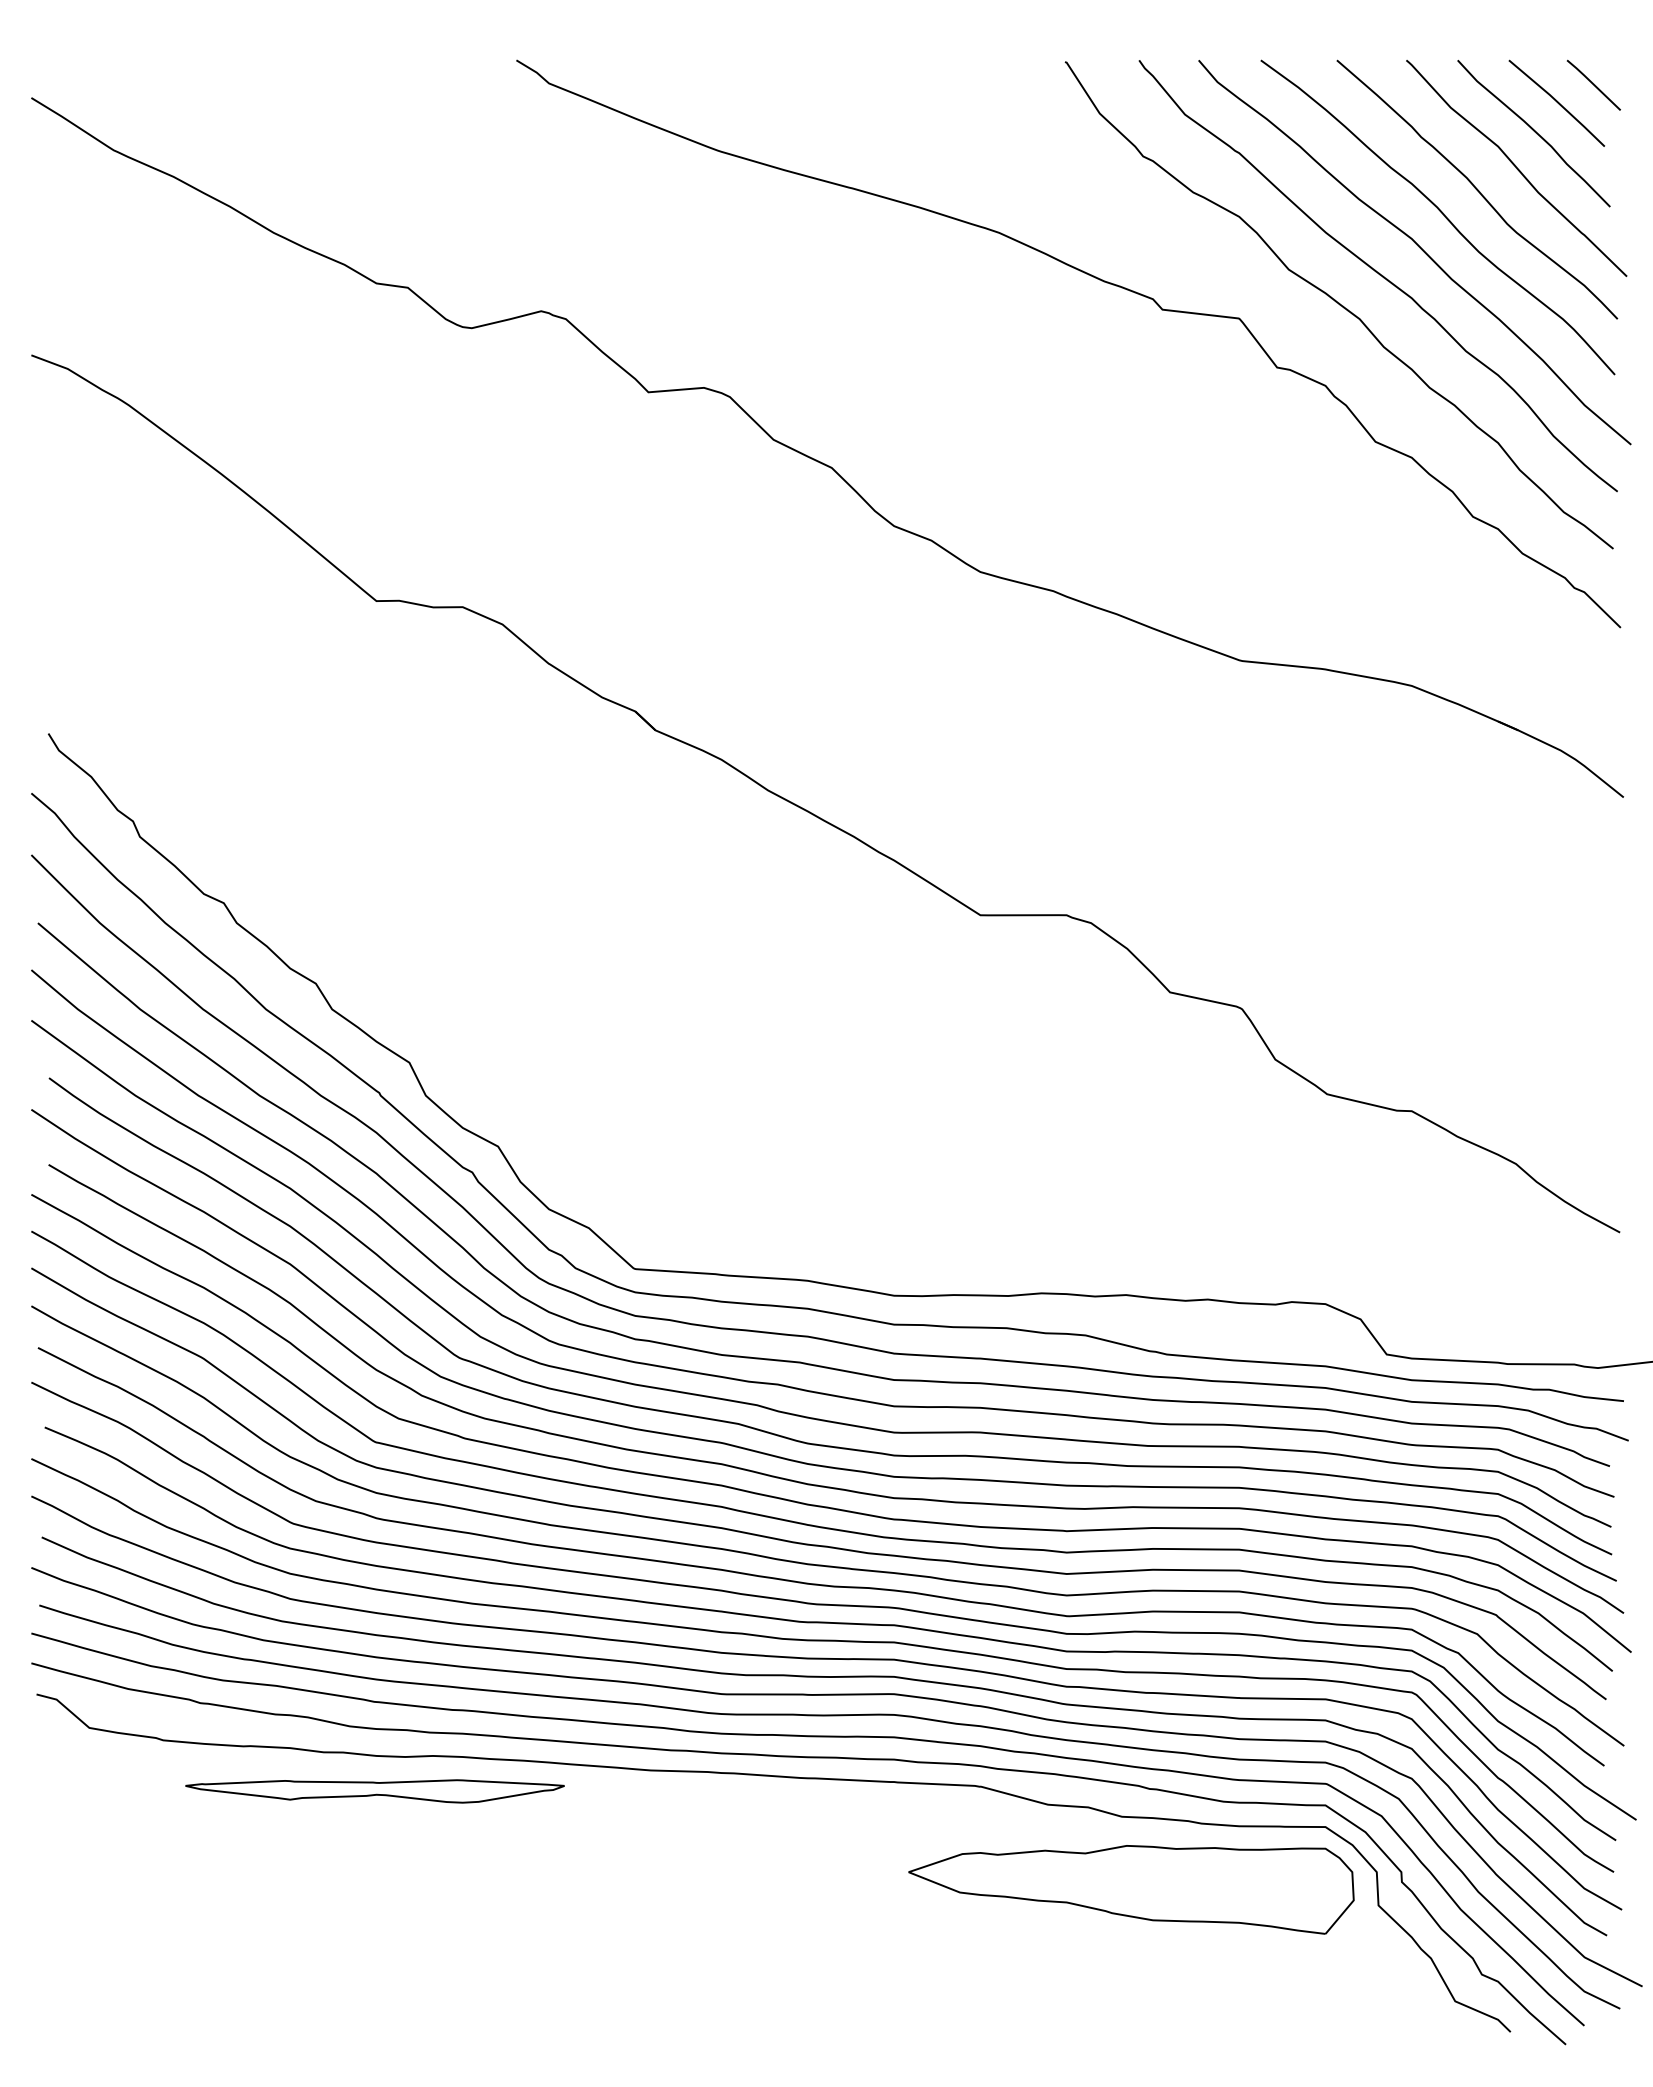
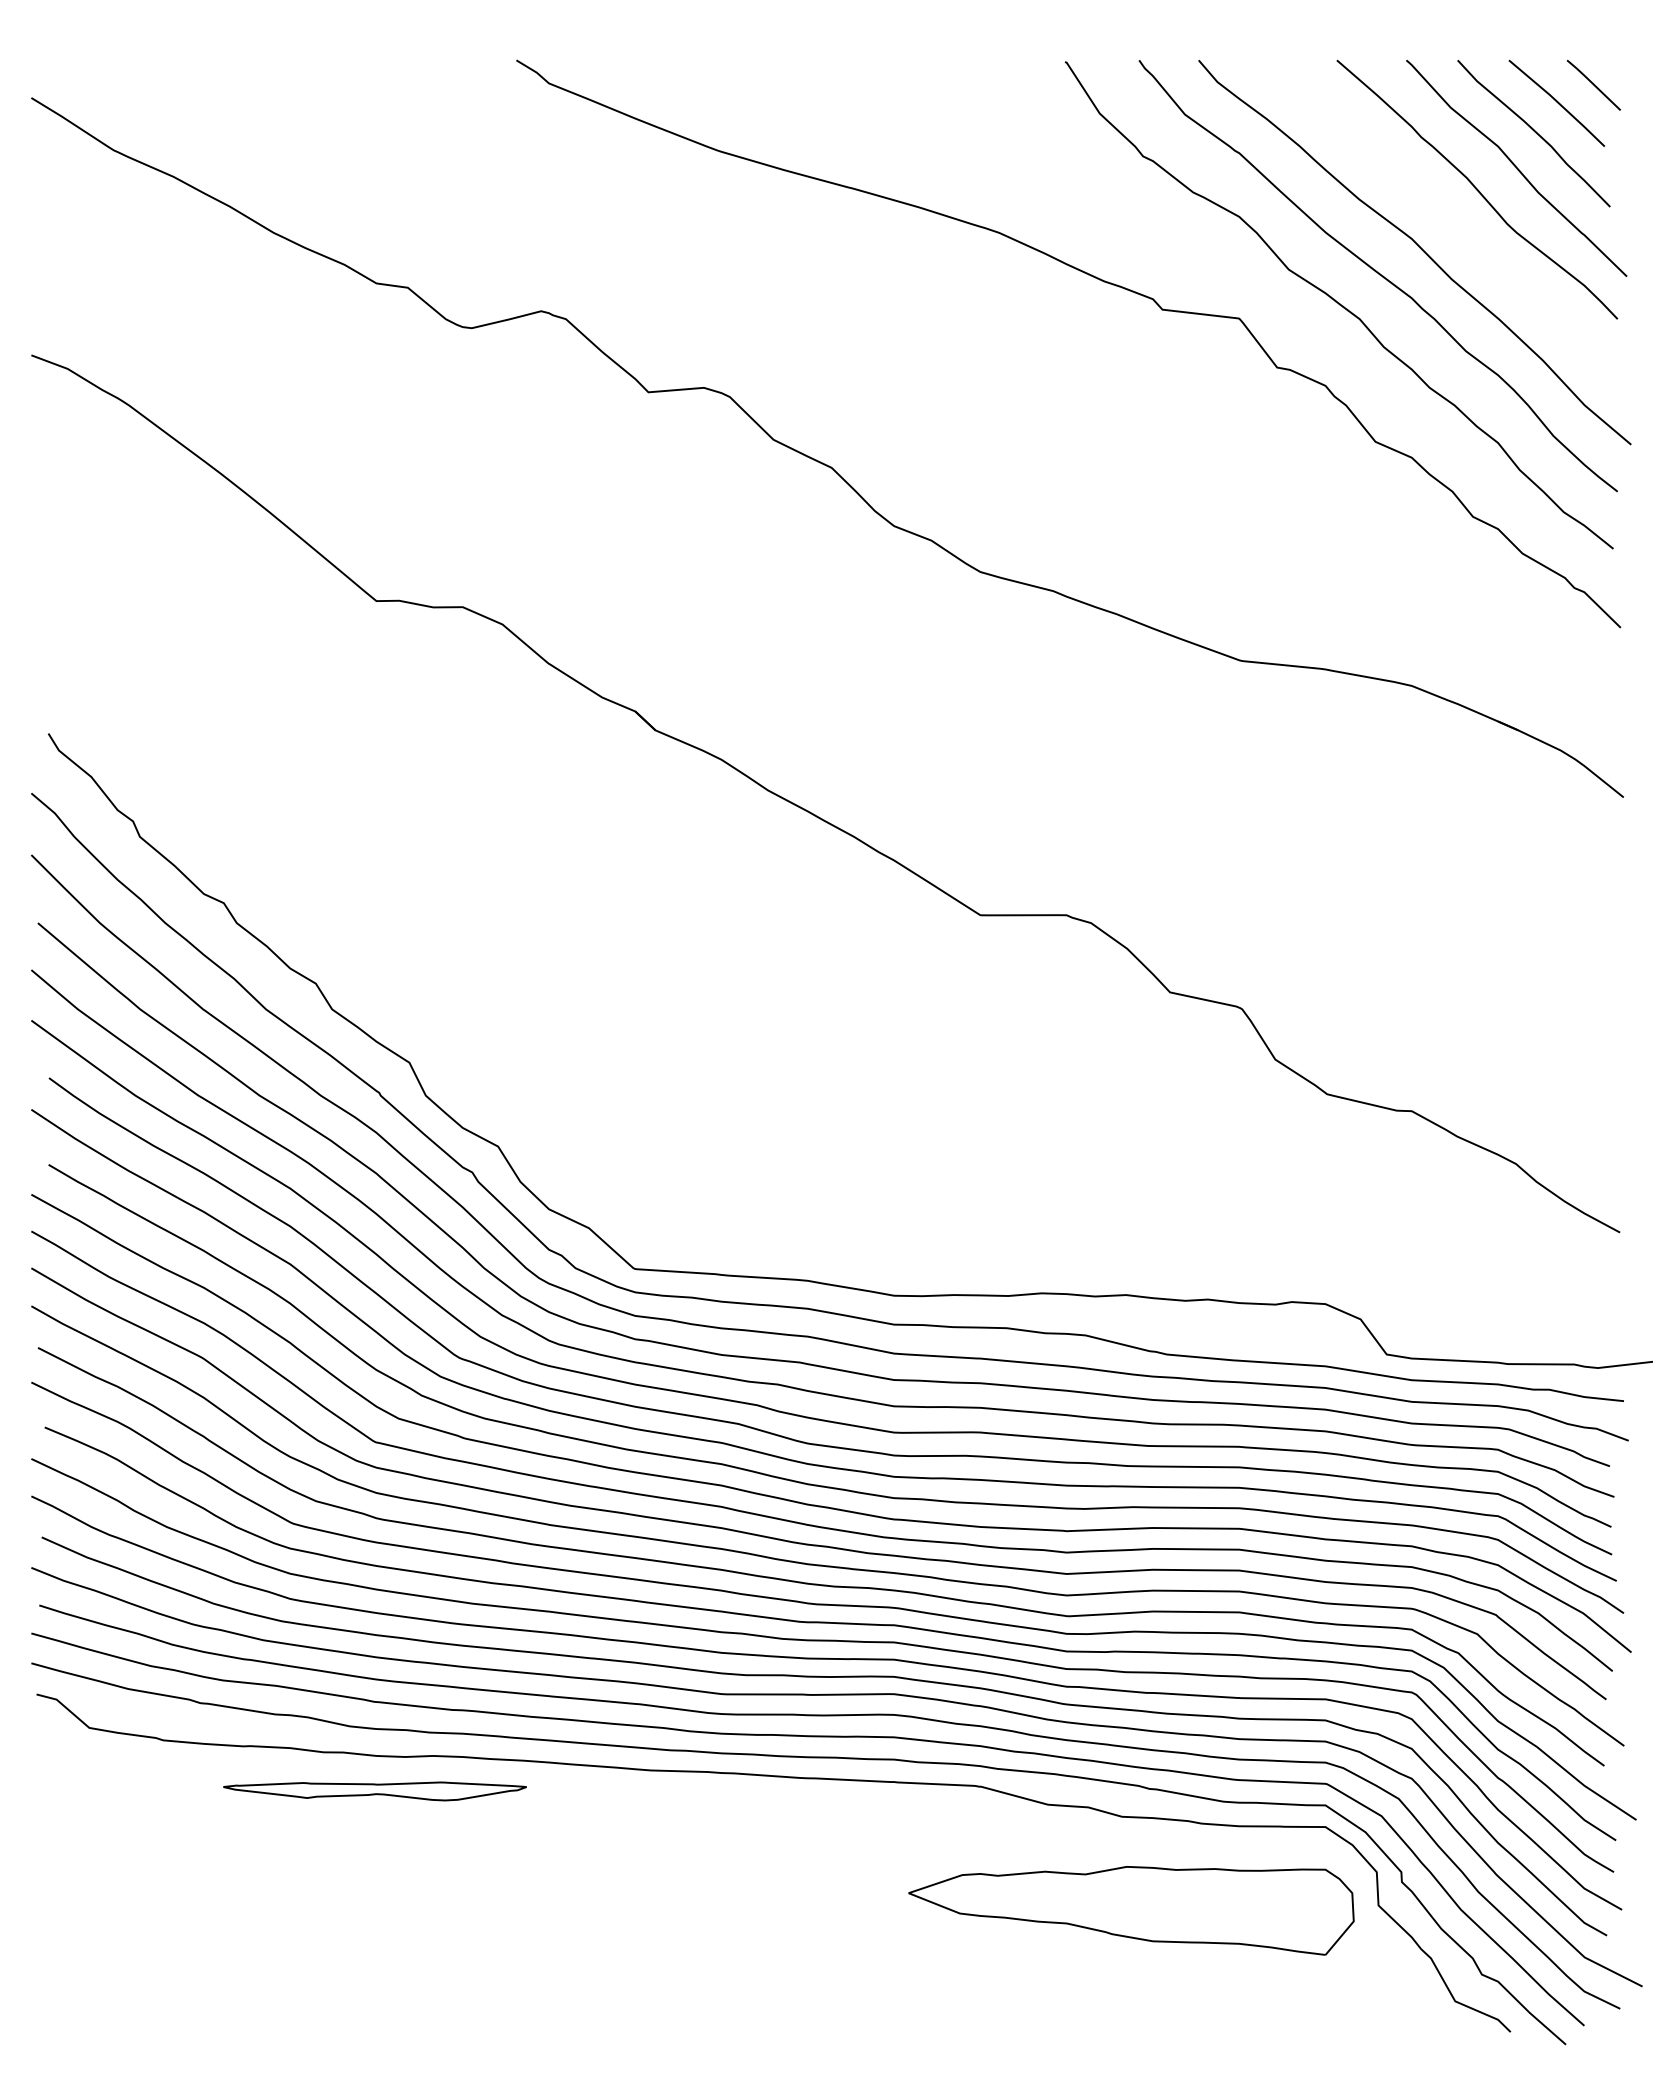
curve at (1441, 213): present -> none
part at (374, 1791) size: 380x25 px -> 304x21 px
part at (1131, 1889) position: (1131, 1889) -> (1131, 1910)
